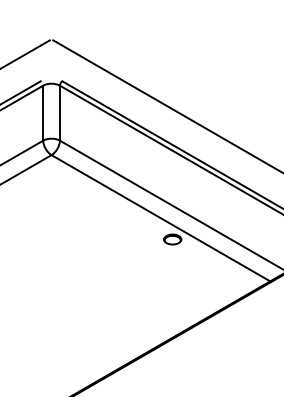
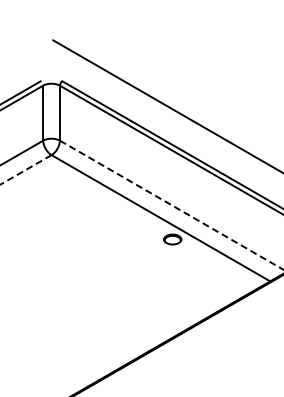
line at (25, 53): present -> none
line at (25, 170): solid -> dashed
line at (172, 205): solid -> dashed
